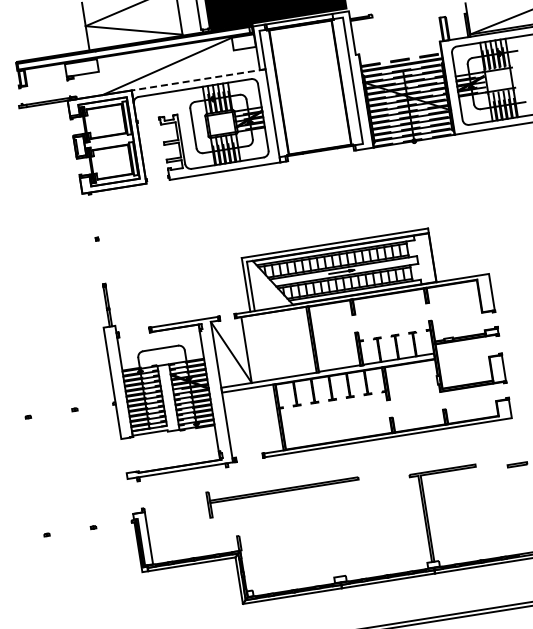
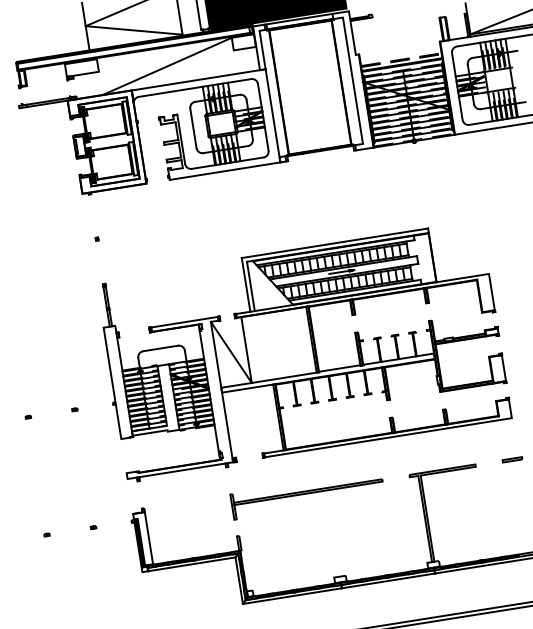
line at (198, 79): dashed -> solid
part at (517, 464) position: (517, 464) -> (512, 459)
part at (282, 497) position: (282, 497) -> (306, 499)
